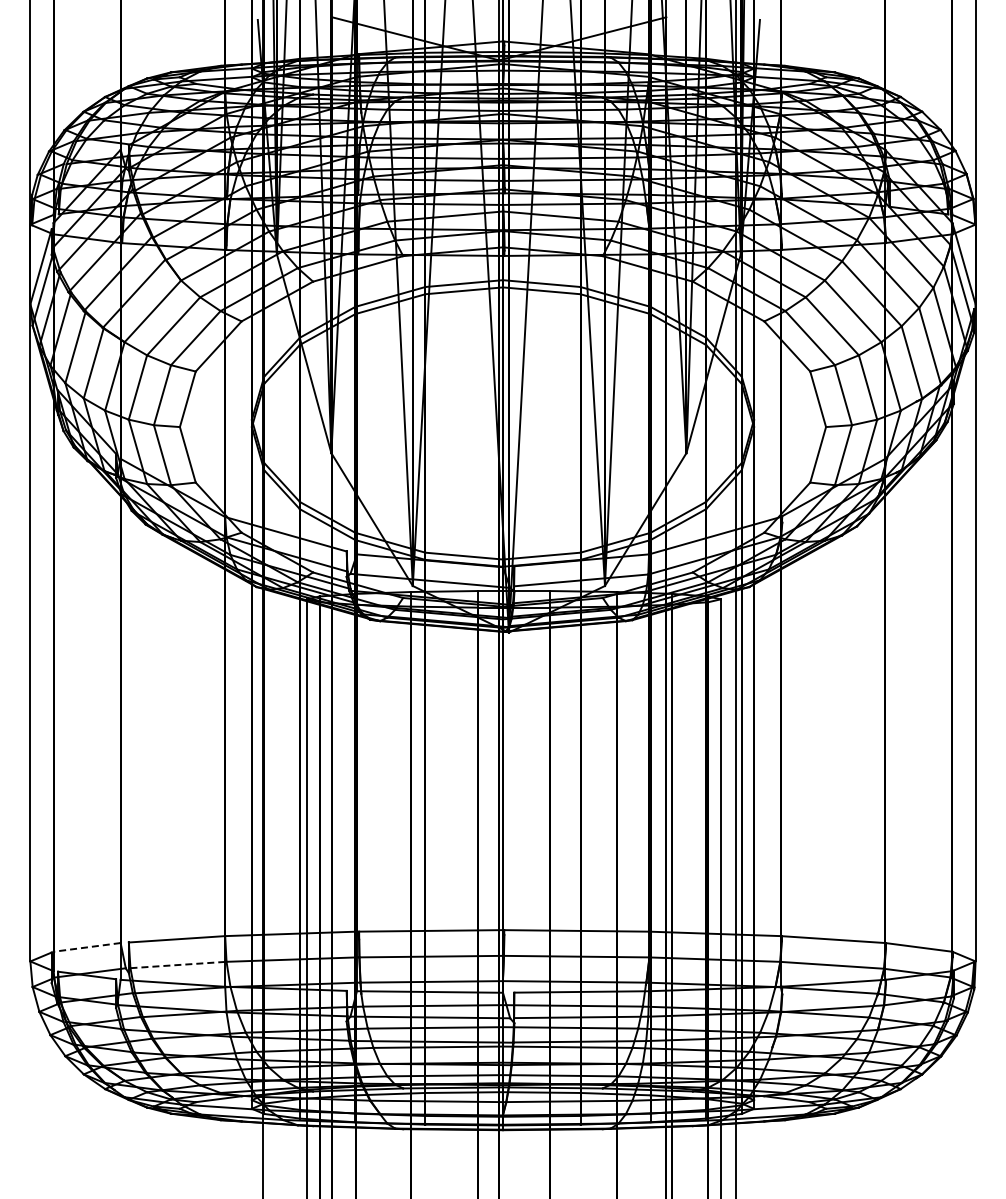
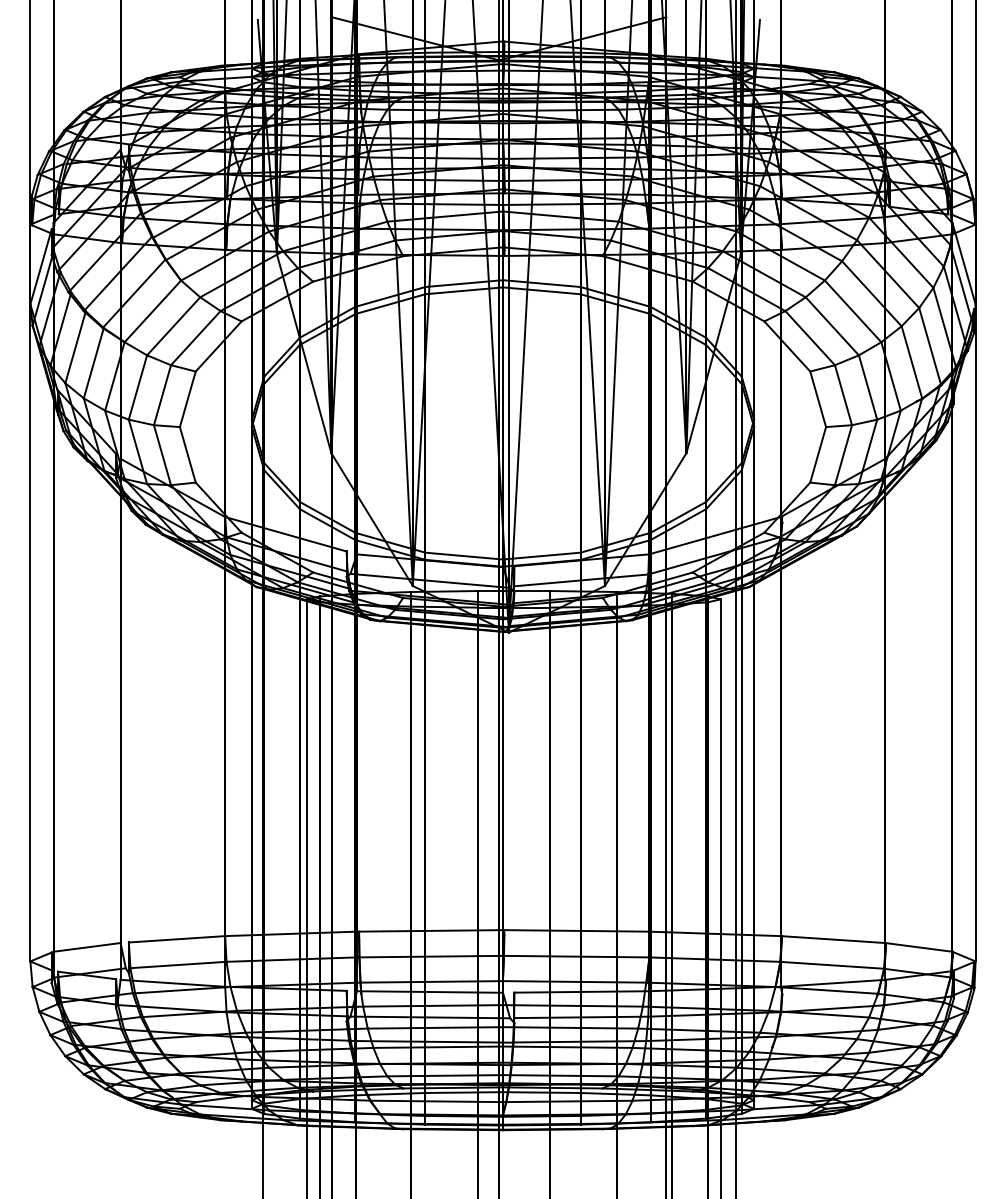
line at (87, 947): dashed -> solid
line at (179, 964): dashed -> solid
